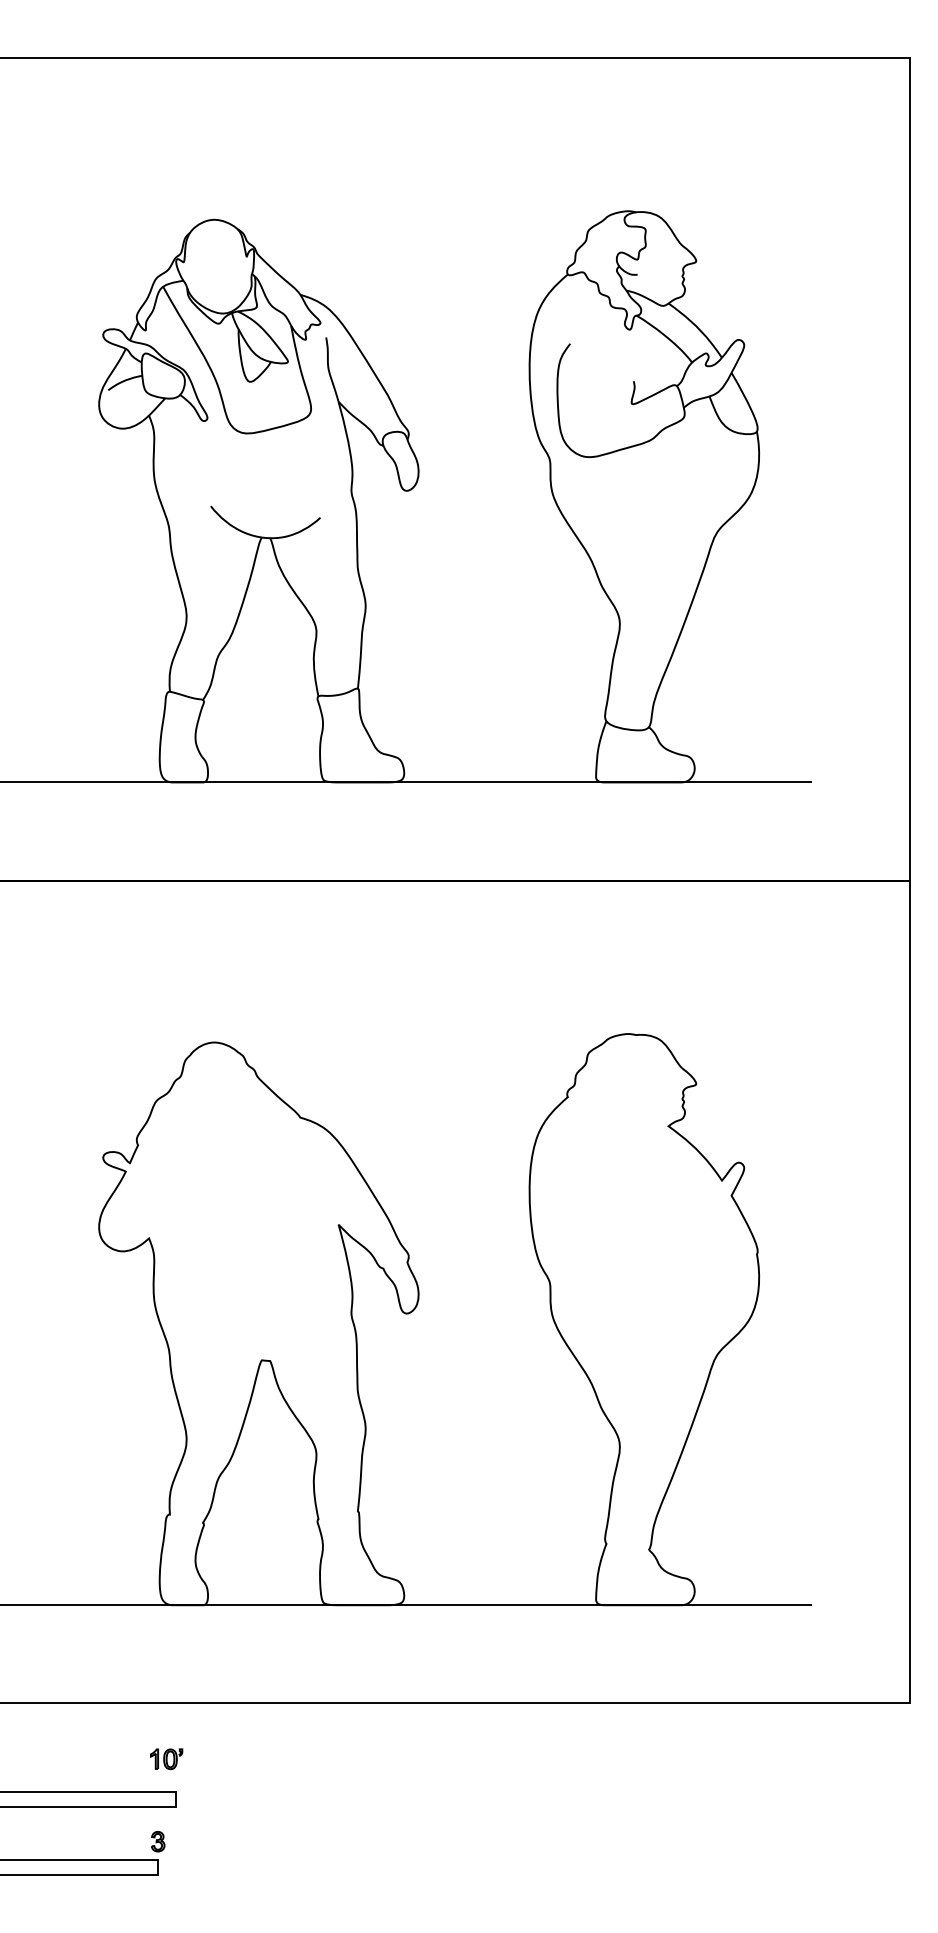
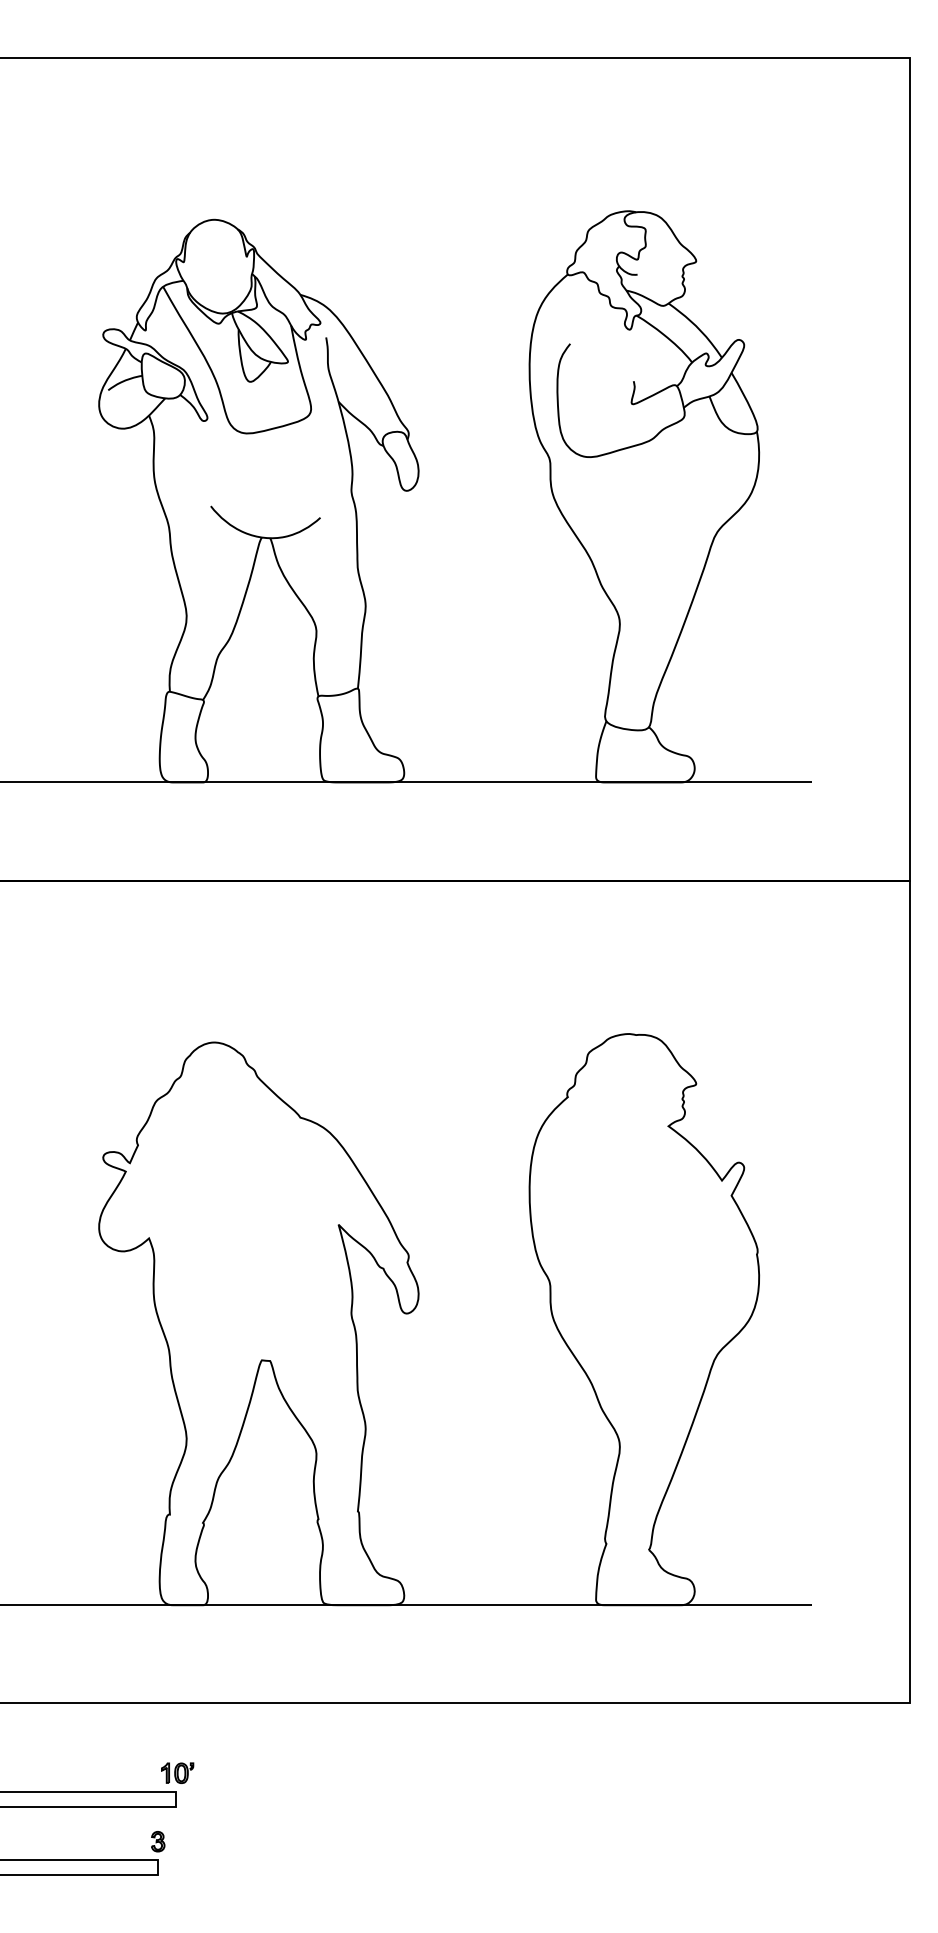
part at (166, 1758) position: (166, 1758) -> (177, 1772)
